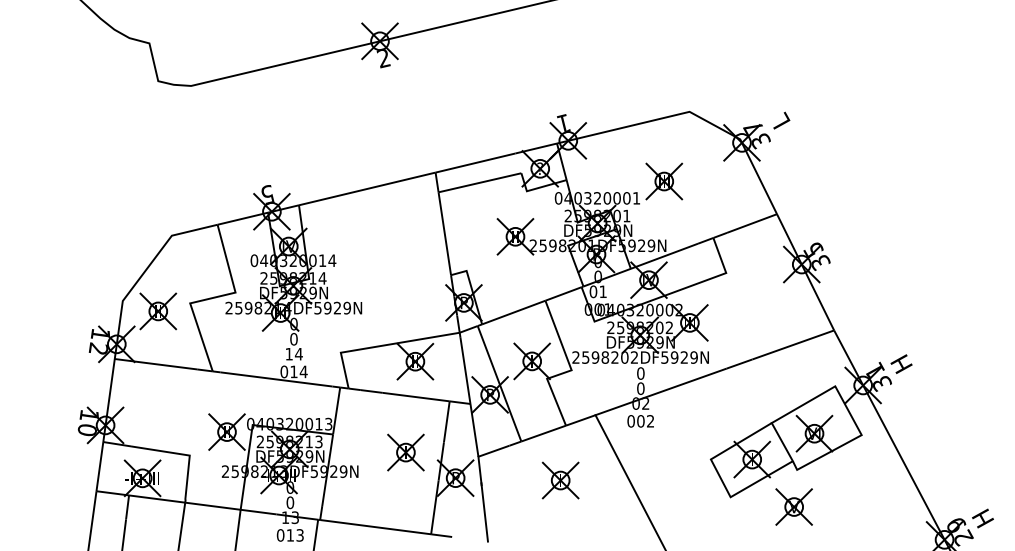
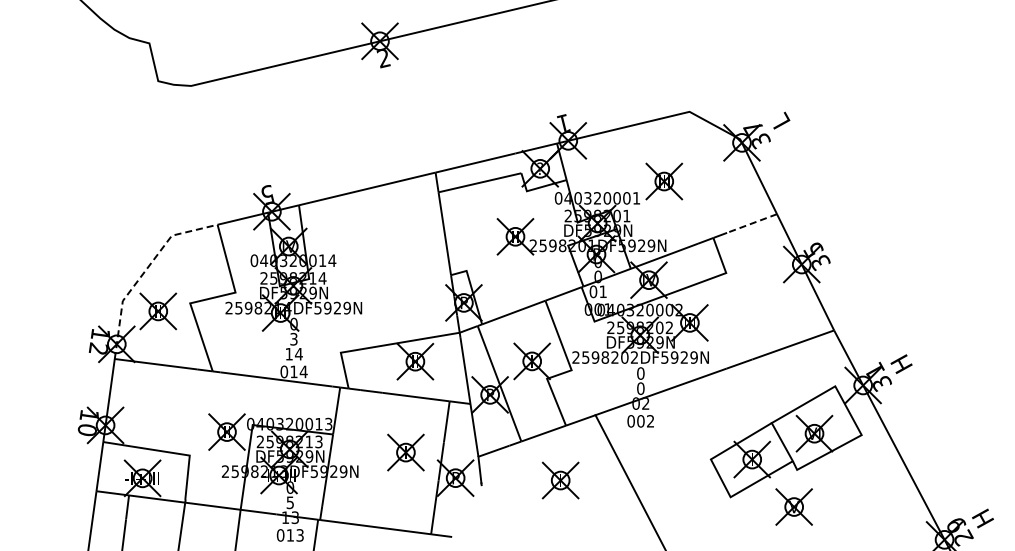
line at (752, 223): solid -> dashed
line at (144, 272): solid -> dashed
text at (293, 339): 0 -> 3
text at (290, 502): 0 -> 5
line at (484, 513): present -> none
